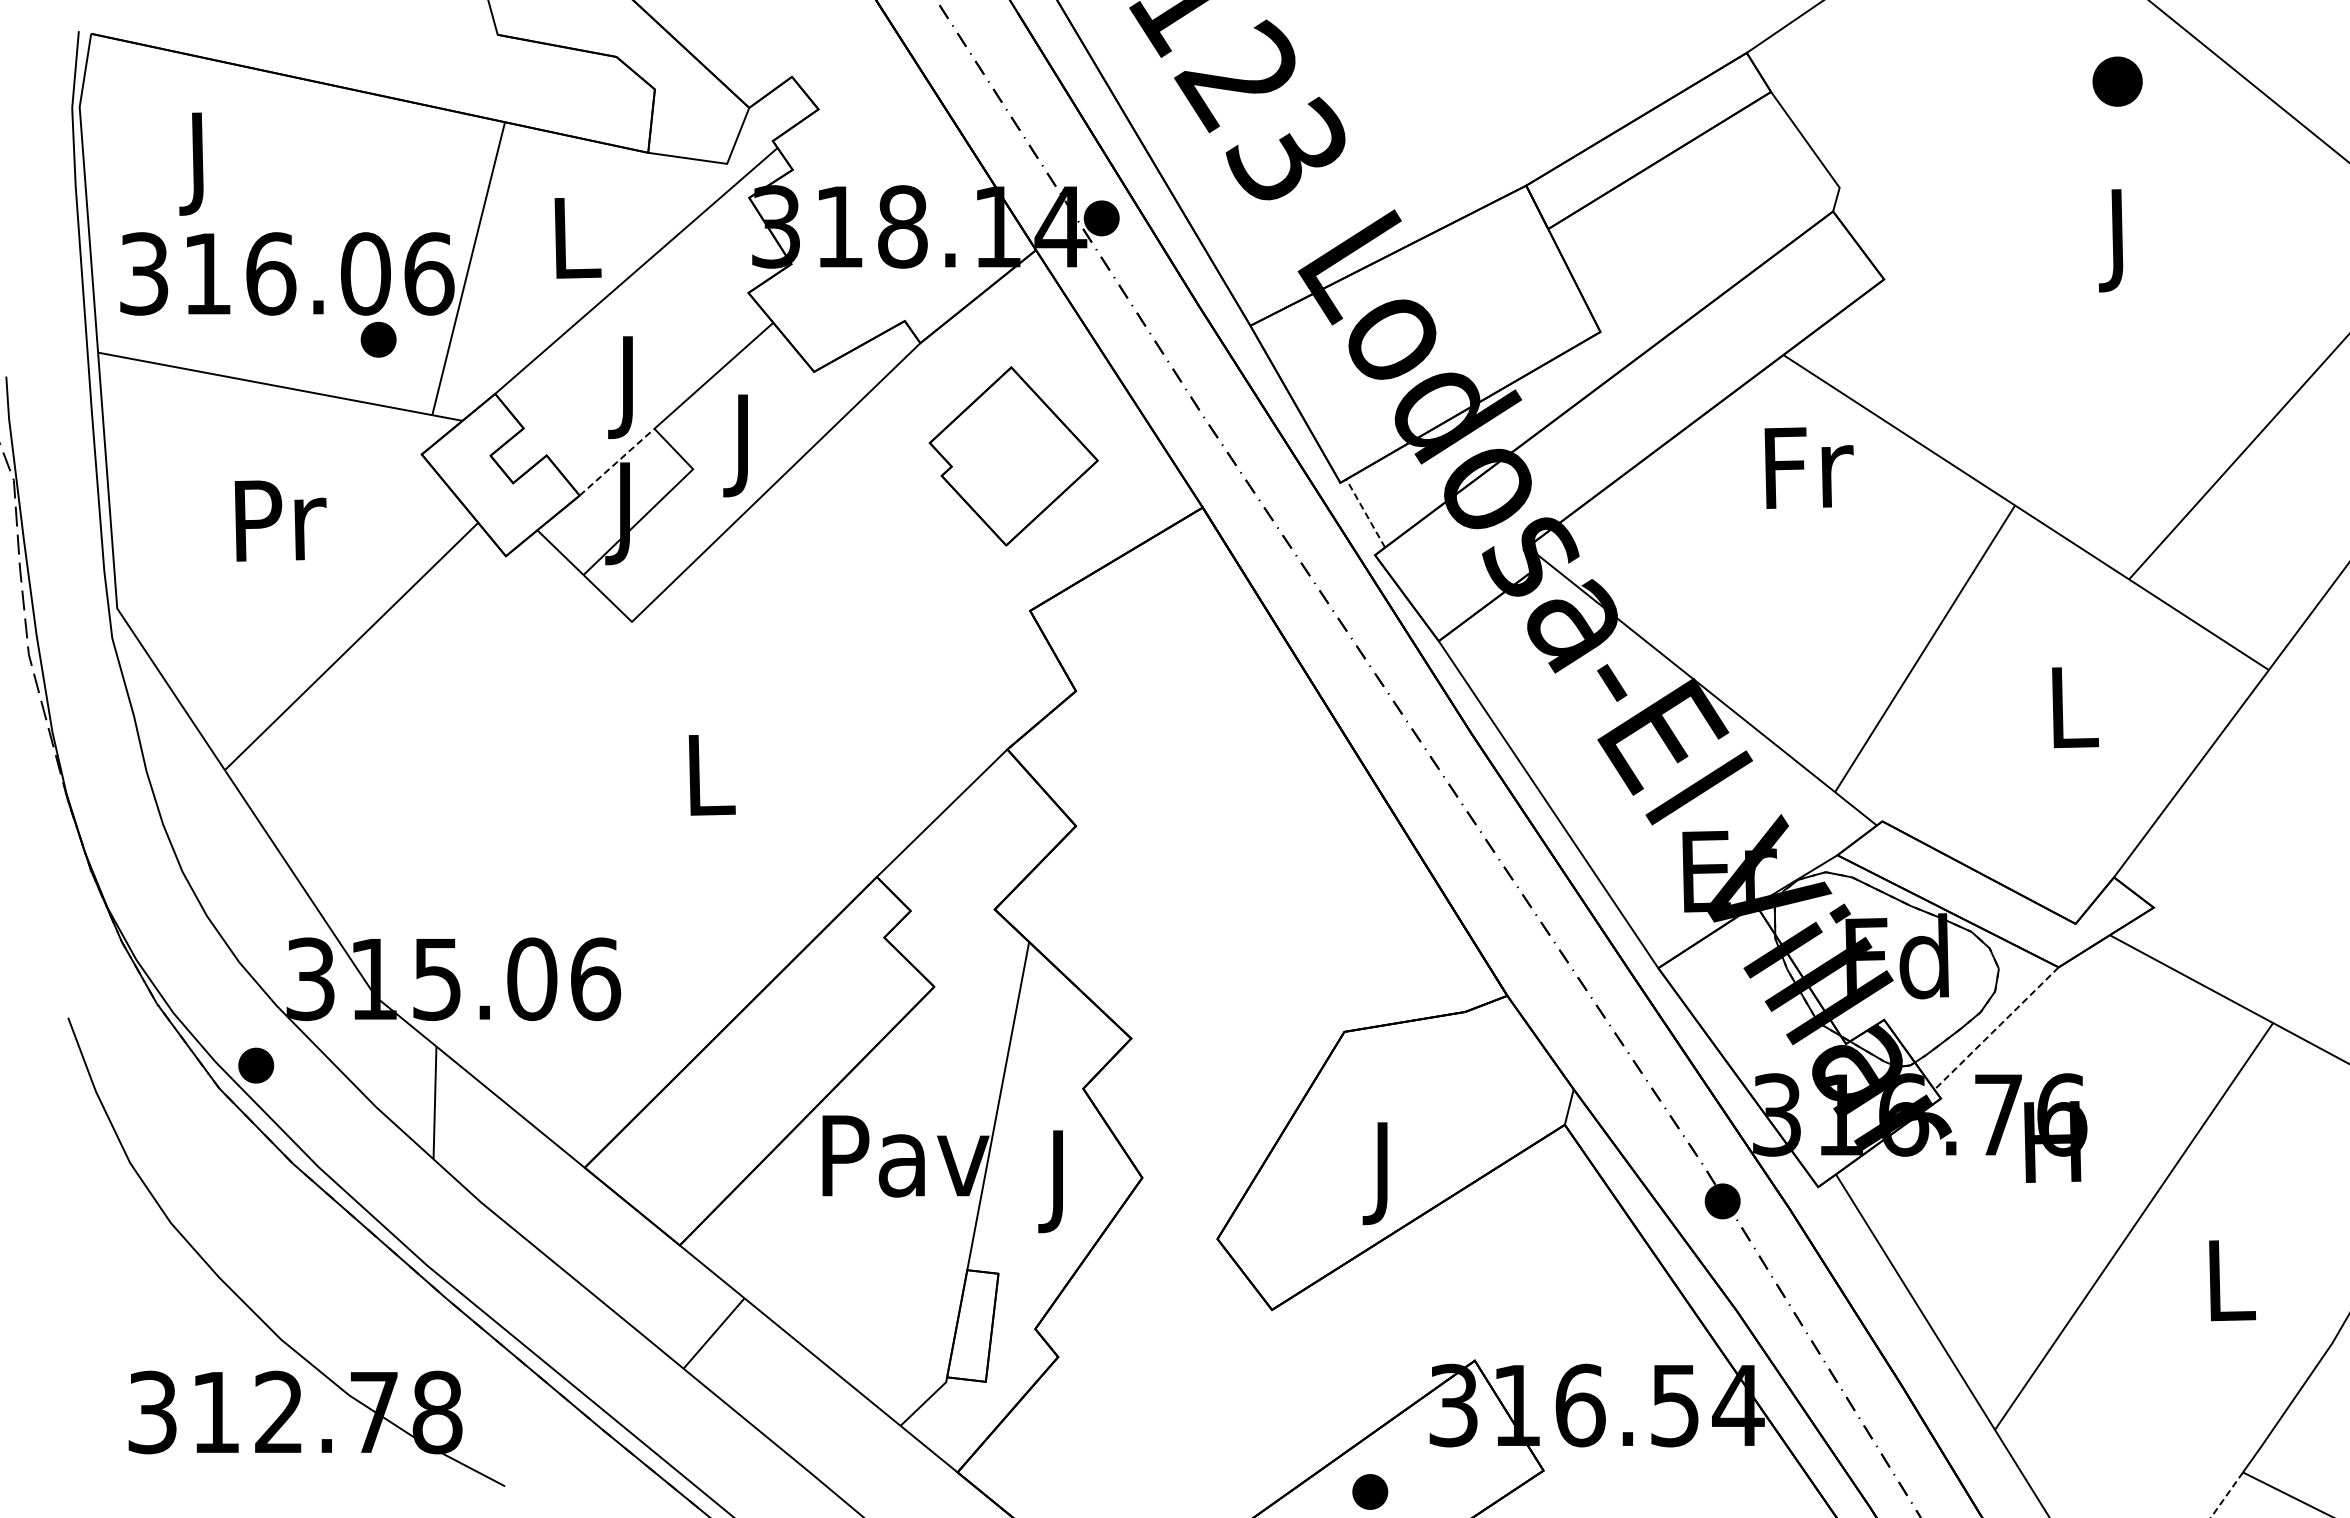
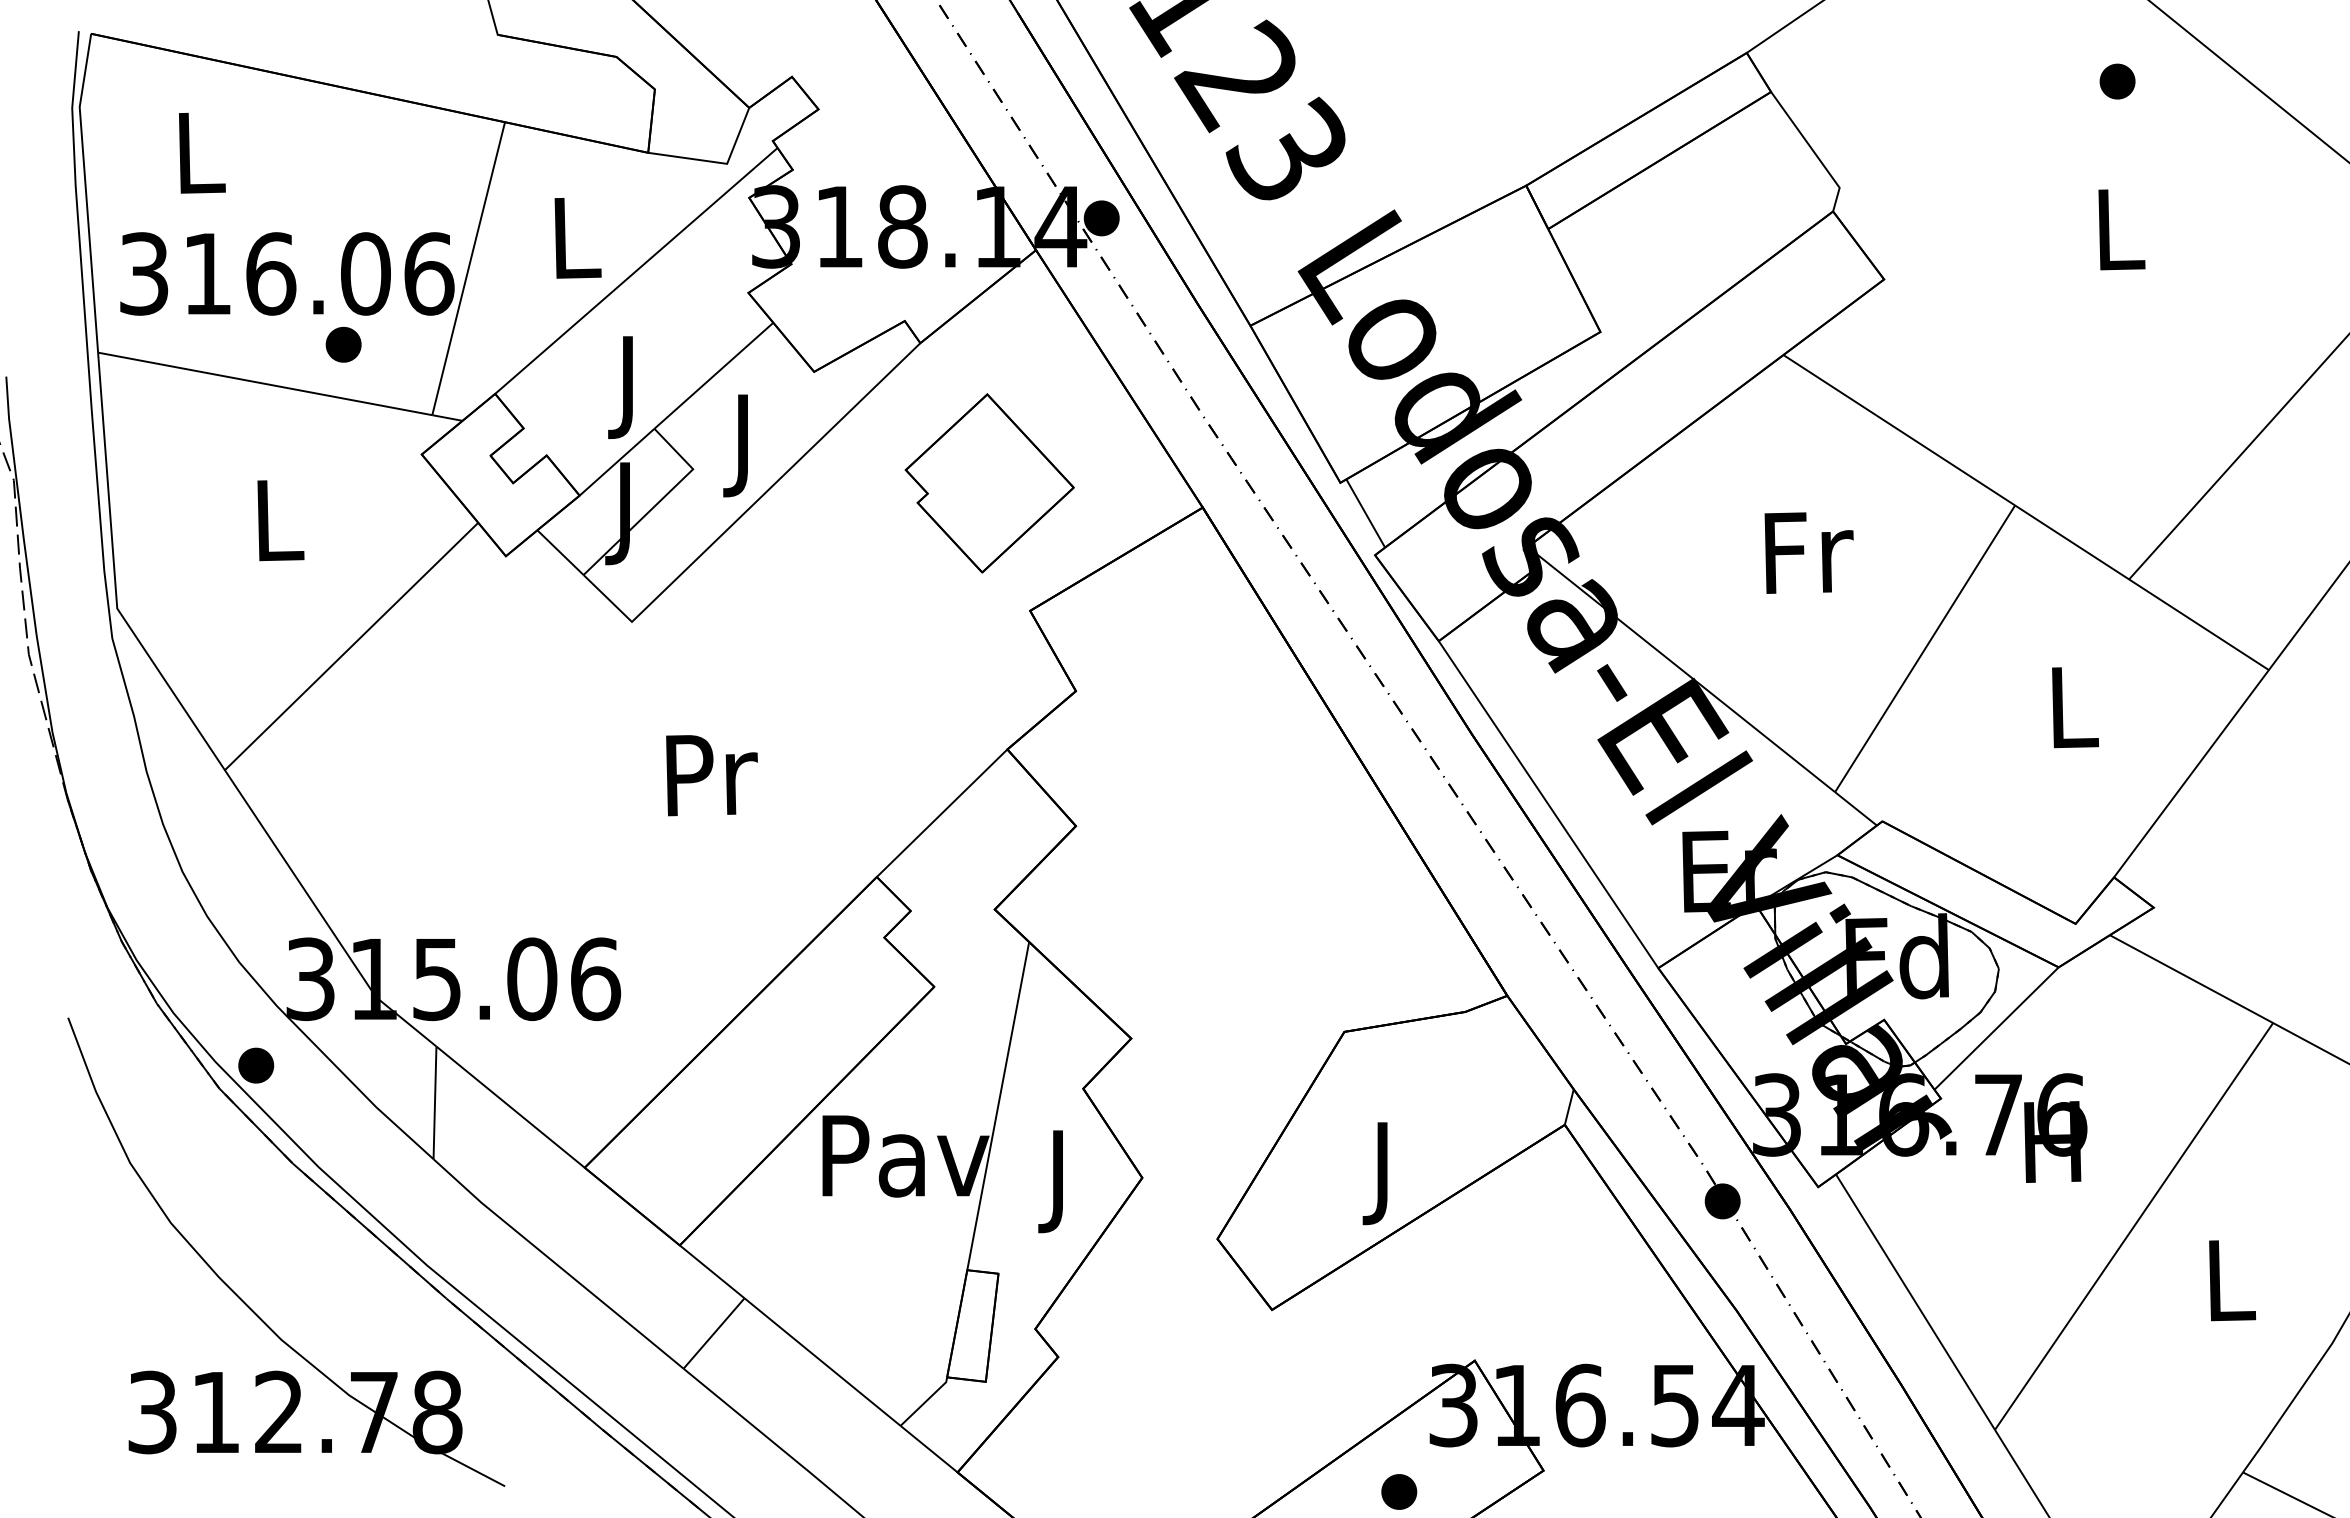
part at (2117, 81) size: 51x51 px -> 37x37 px
text at (202, 163): J -> L
text at (2121, 240): J -> L
part at (378, 339) position: (378, 339) -> (343, 344)
part at (1013, 456) position: (1013, 456) -> (989, 483)
line at (617, 461): dashed -> solid
text at (1808, 467) position: (1808, 467) -> (1808, 552)
line at (1365, 513): dashed -> solid
text at (280, 520): Pr -> L
text at (711, 775): L -> Pr
line at (1996, 1028): dashed -> solid
part at (1370, 1491) position: (1370, 1491) -> (1399, 1491)
line at (2226, 1495): dashed -> solid
